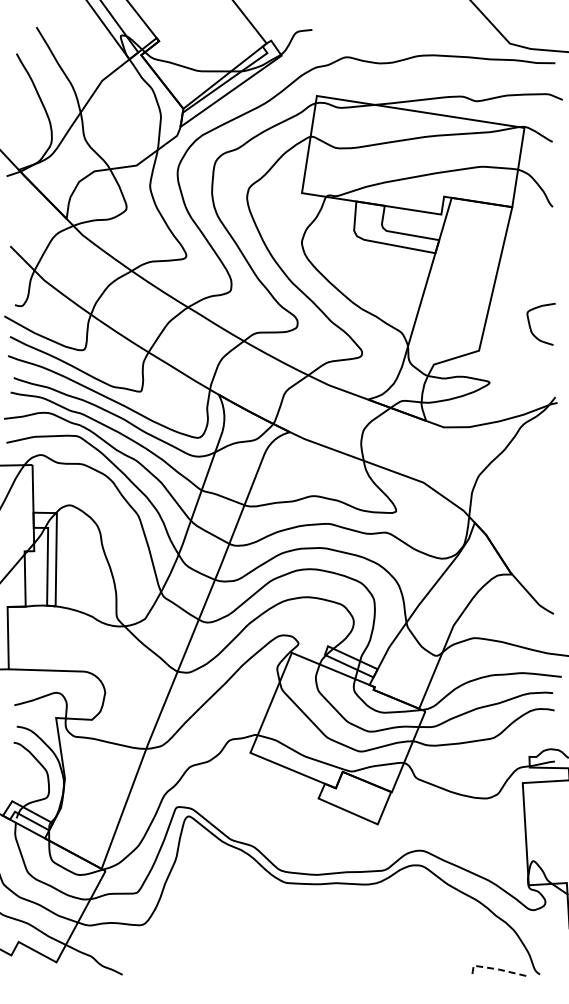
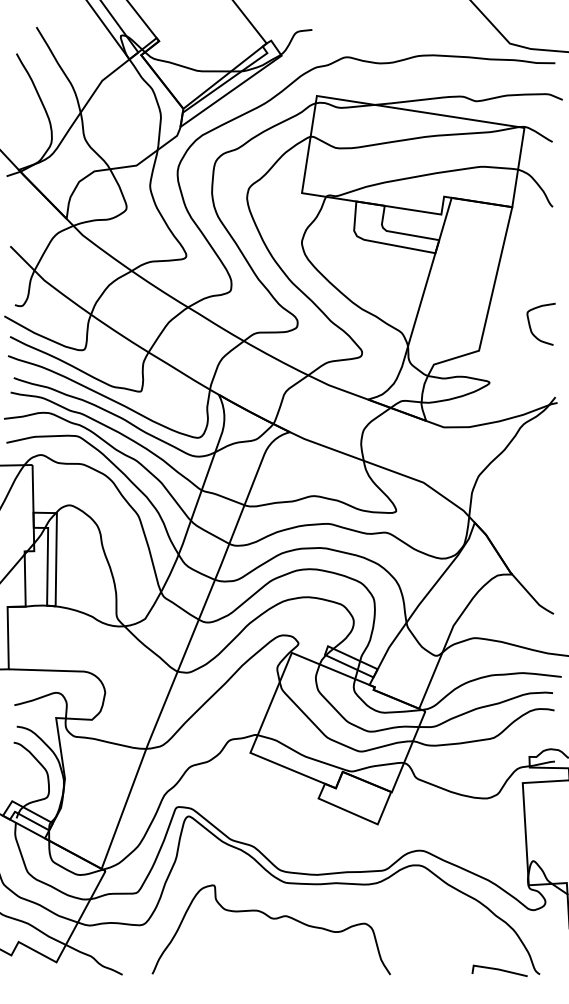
curve at (271, 919): none -> present
line at (497, 969): dashed -> solid
